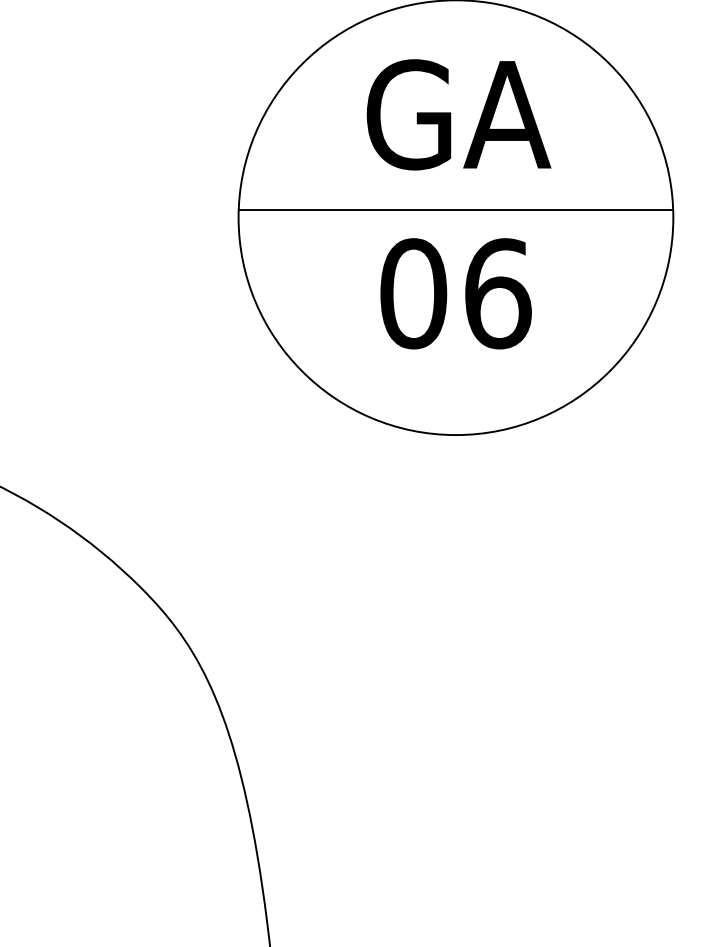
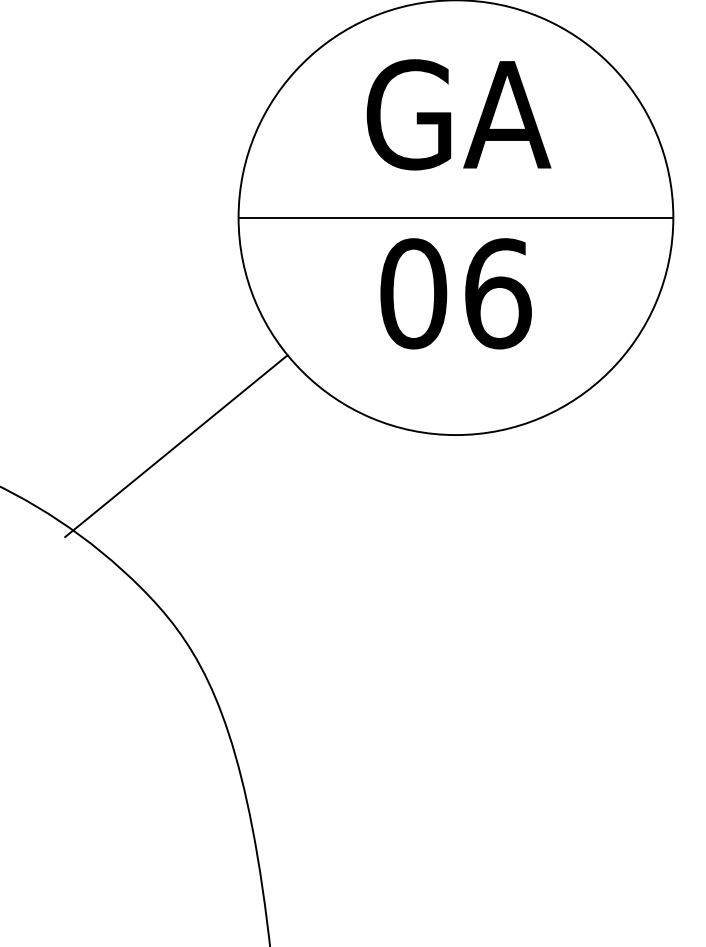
line at (455, 209) position: (455, 209) -> (455, 217)
line at (176, 446): none -> present
